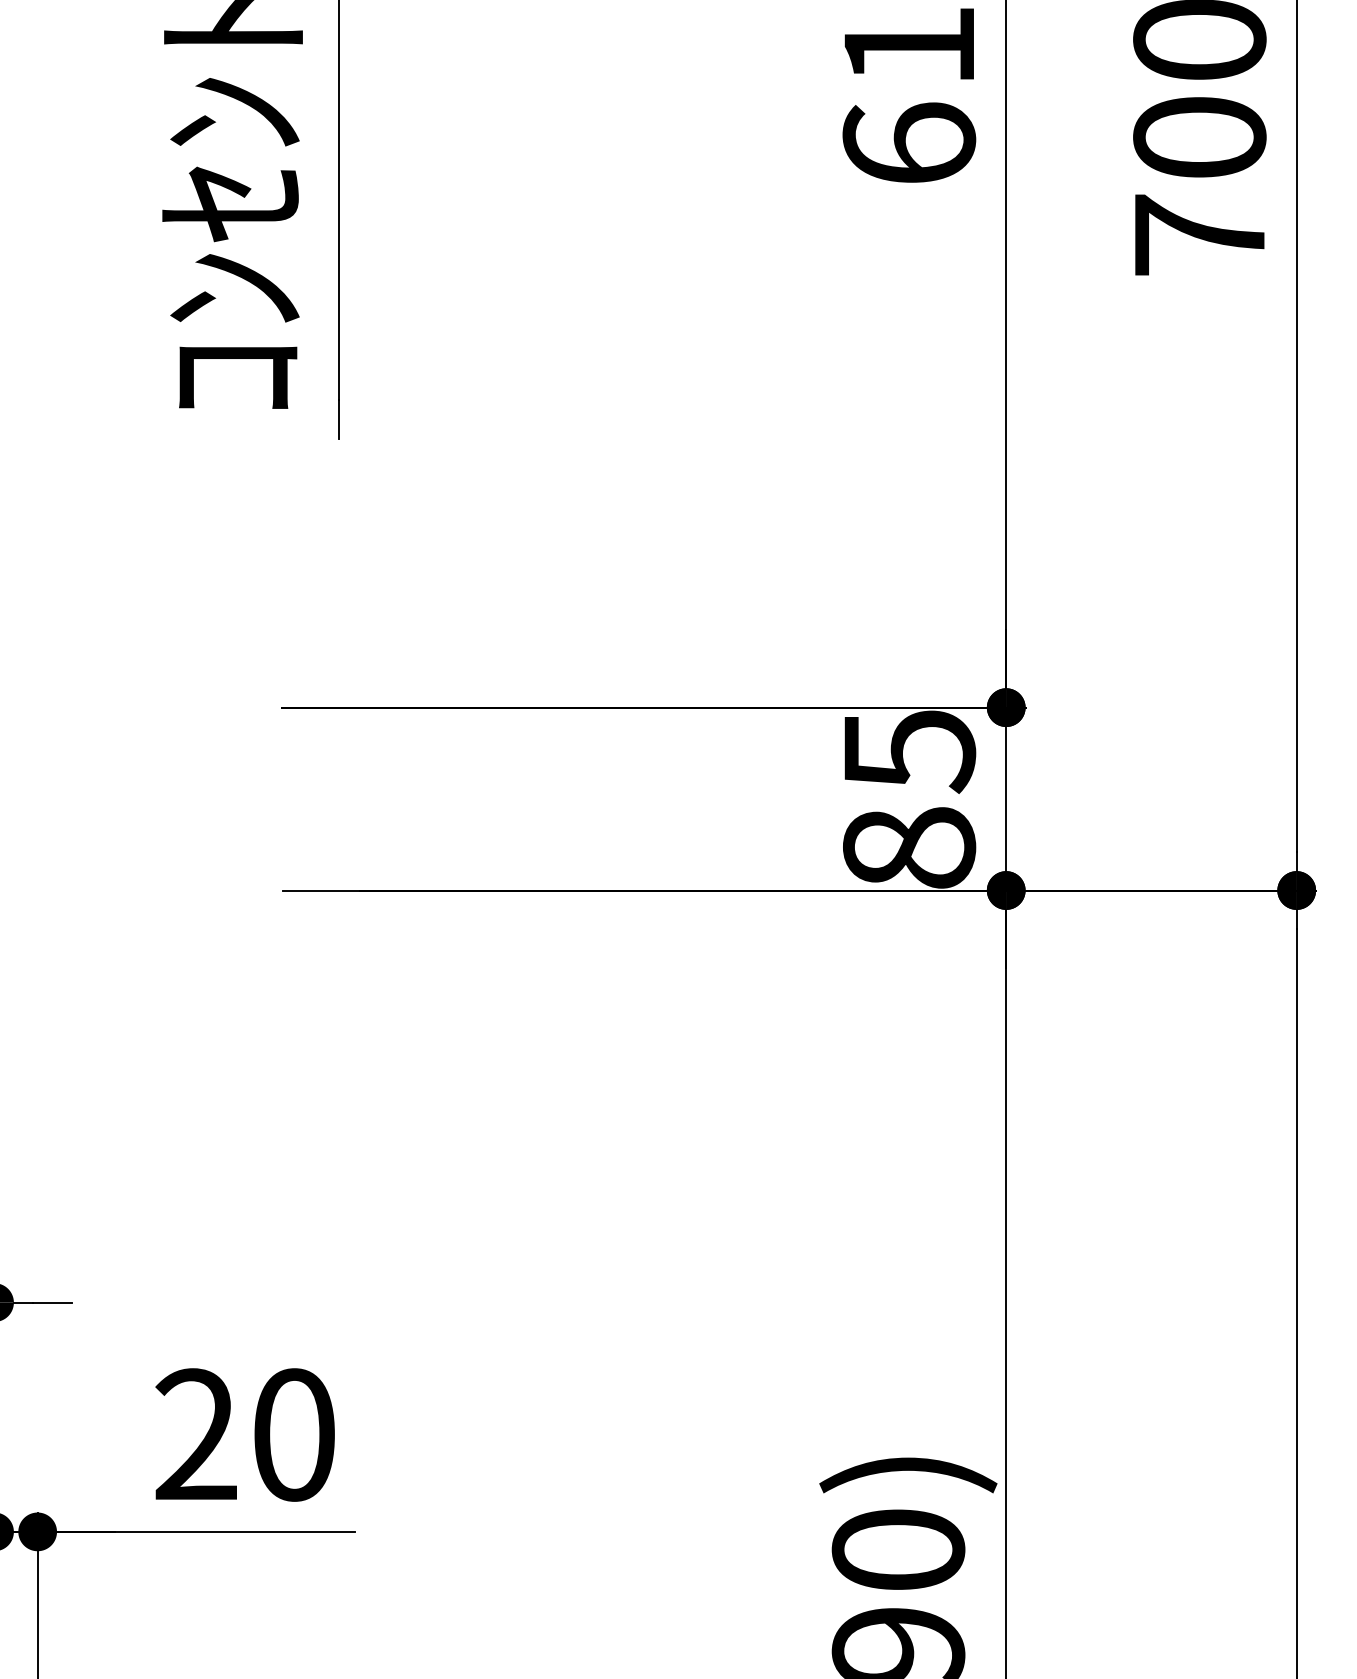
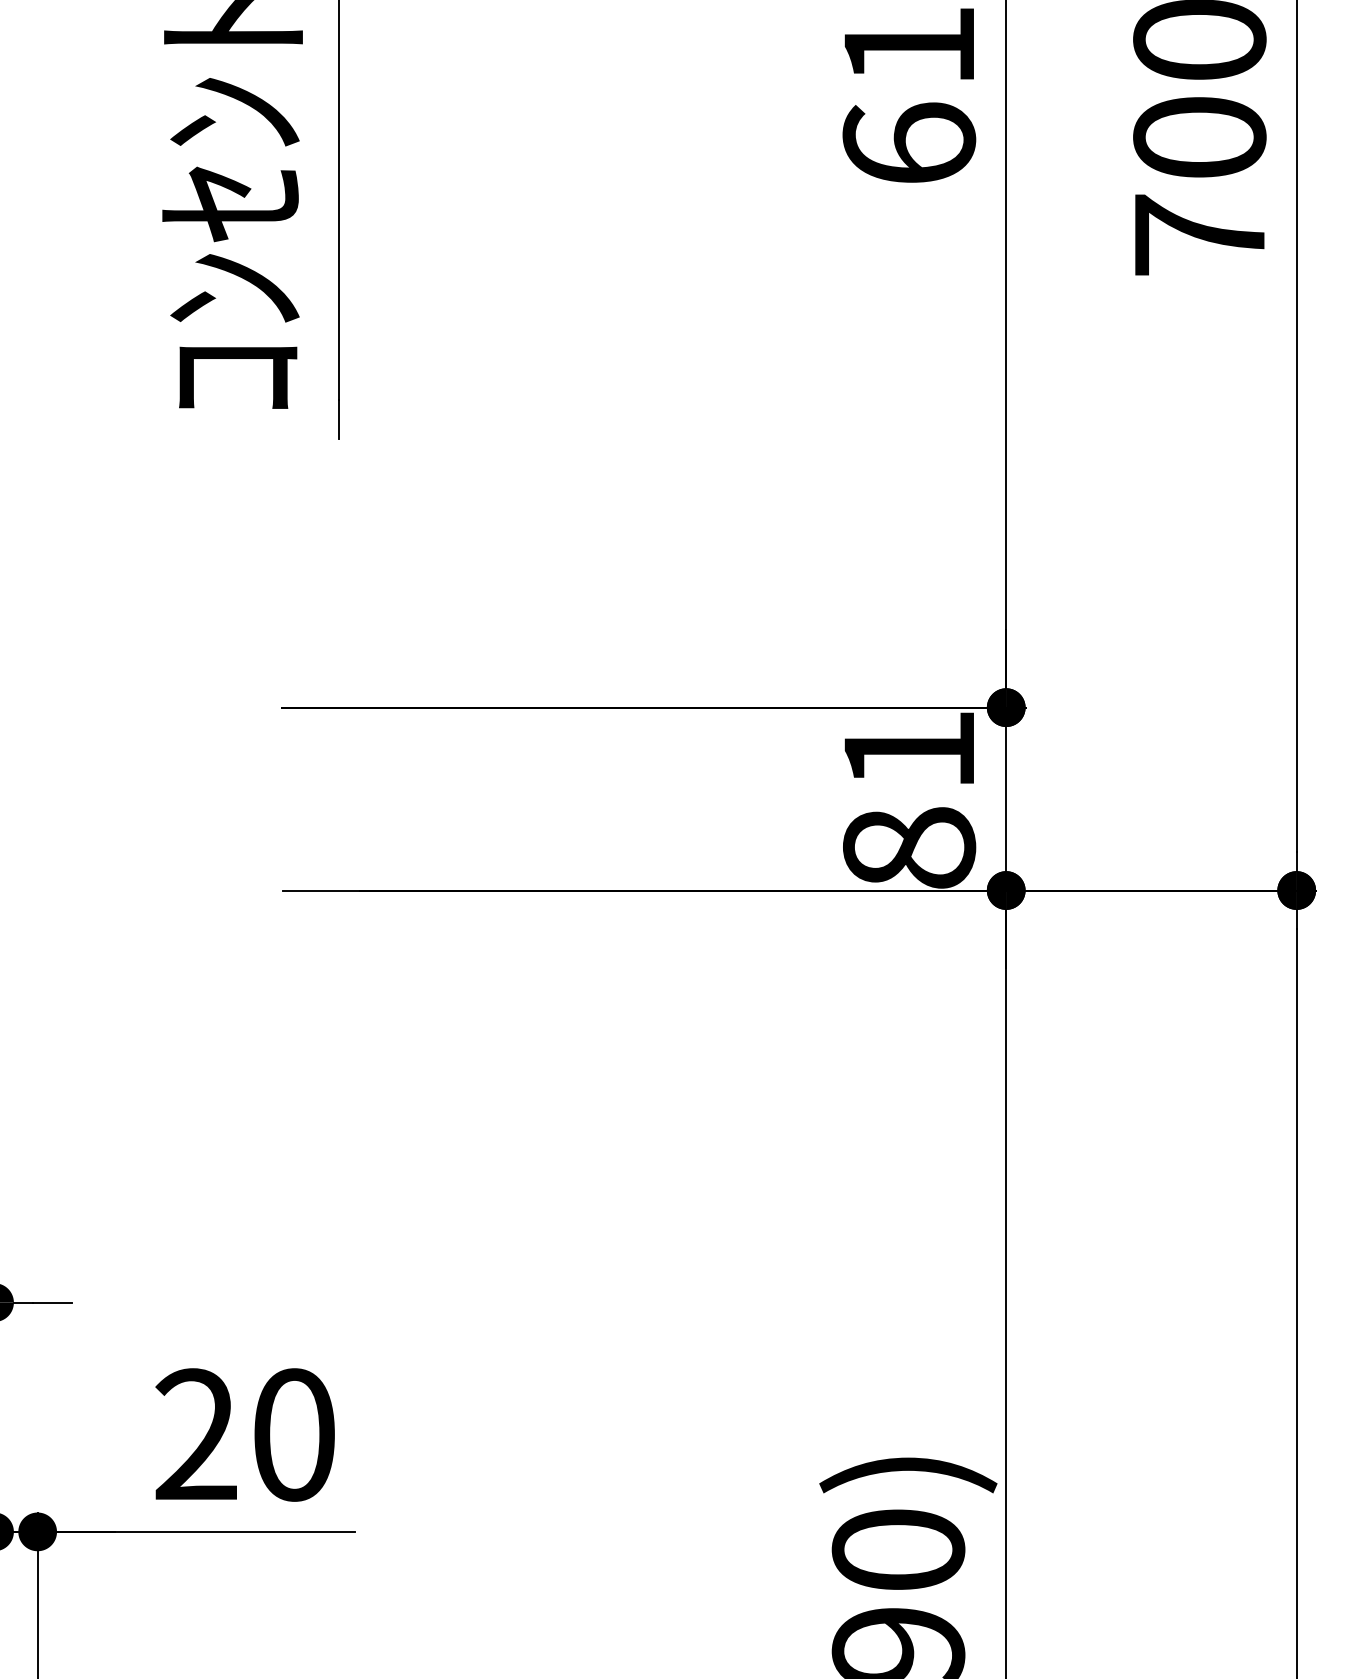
text at (910, 751): 85 -> 81
